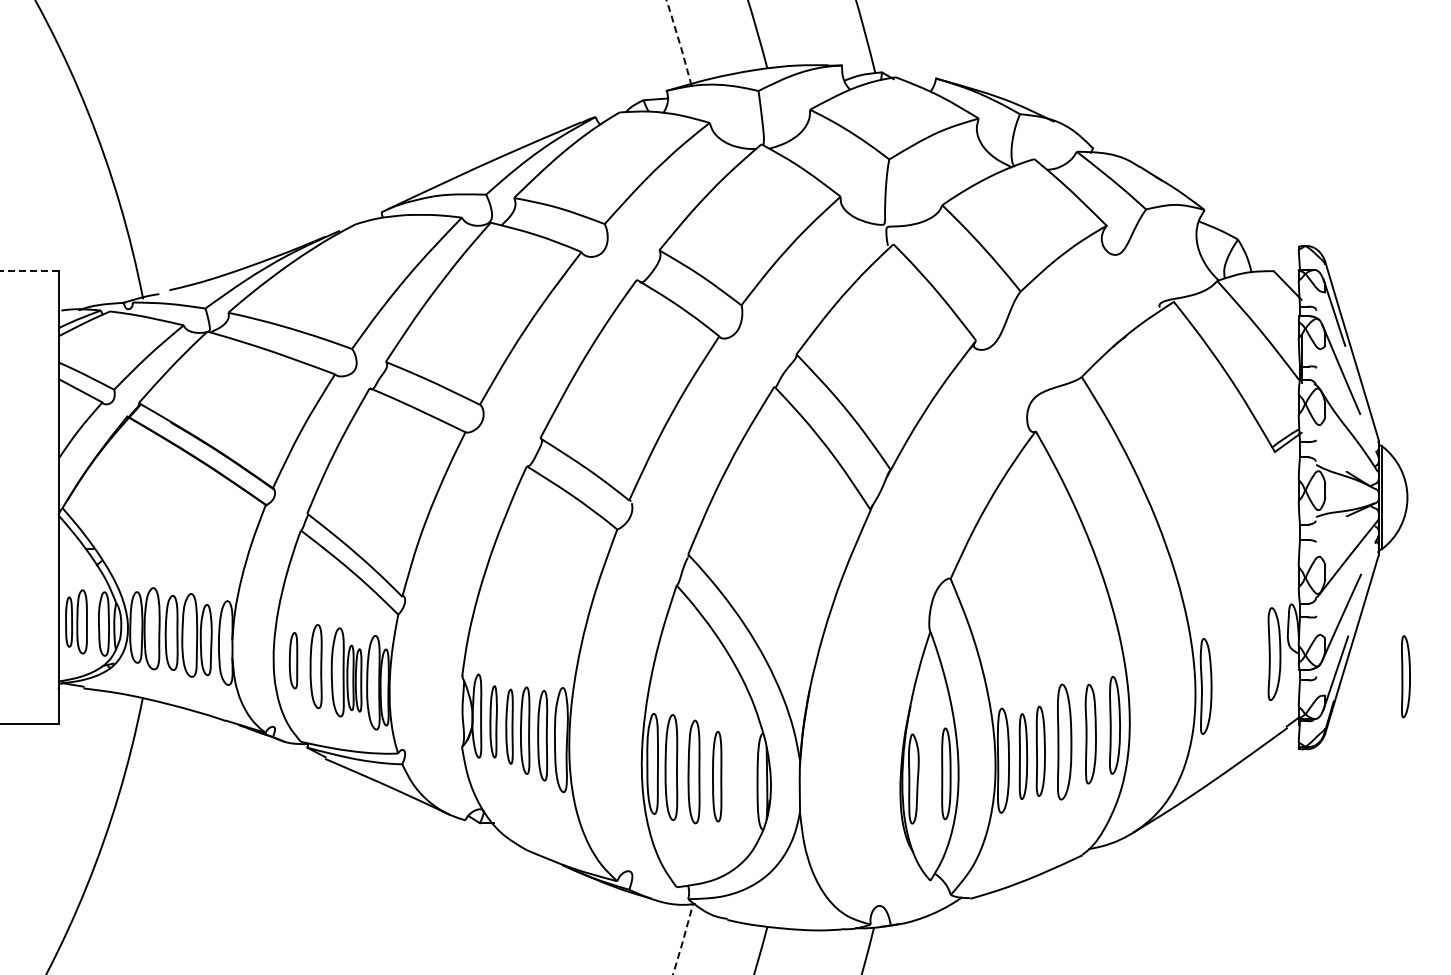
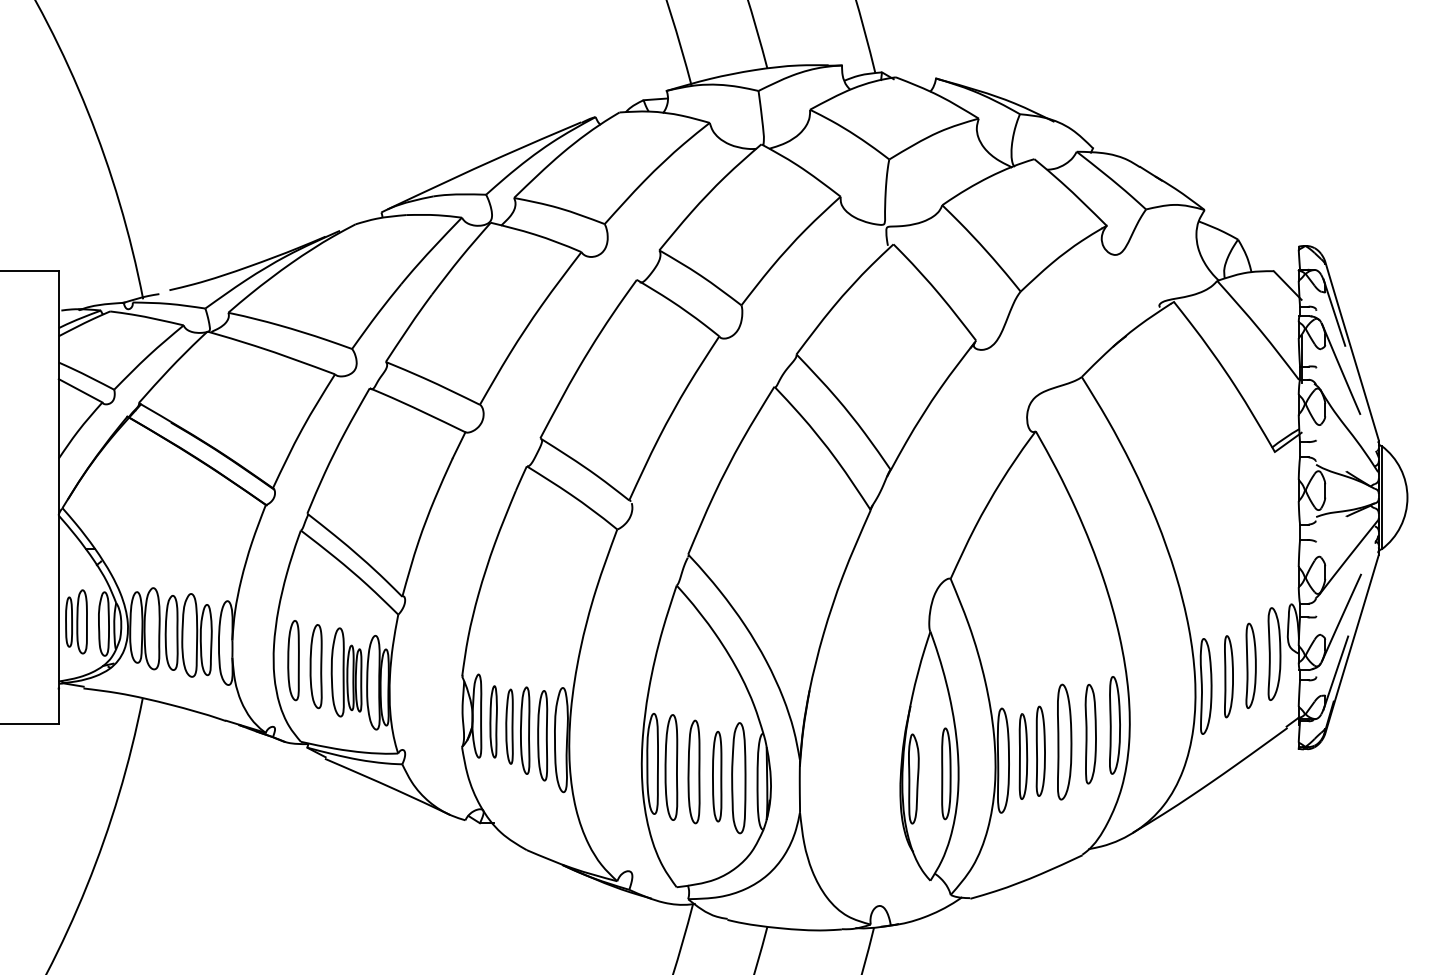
arc at (669, 8): dashed -> solid
line at (28, 271): dashed -> solid
part at (293, 660) size: 11x58 px -> 13x82 px
part at (1250, 665): none -> present
part at (1405, 676) position: (1405, 676) -> (1228, 676)
part at (738, 778): none -> present
